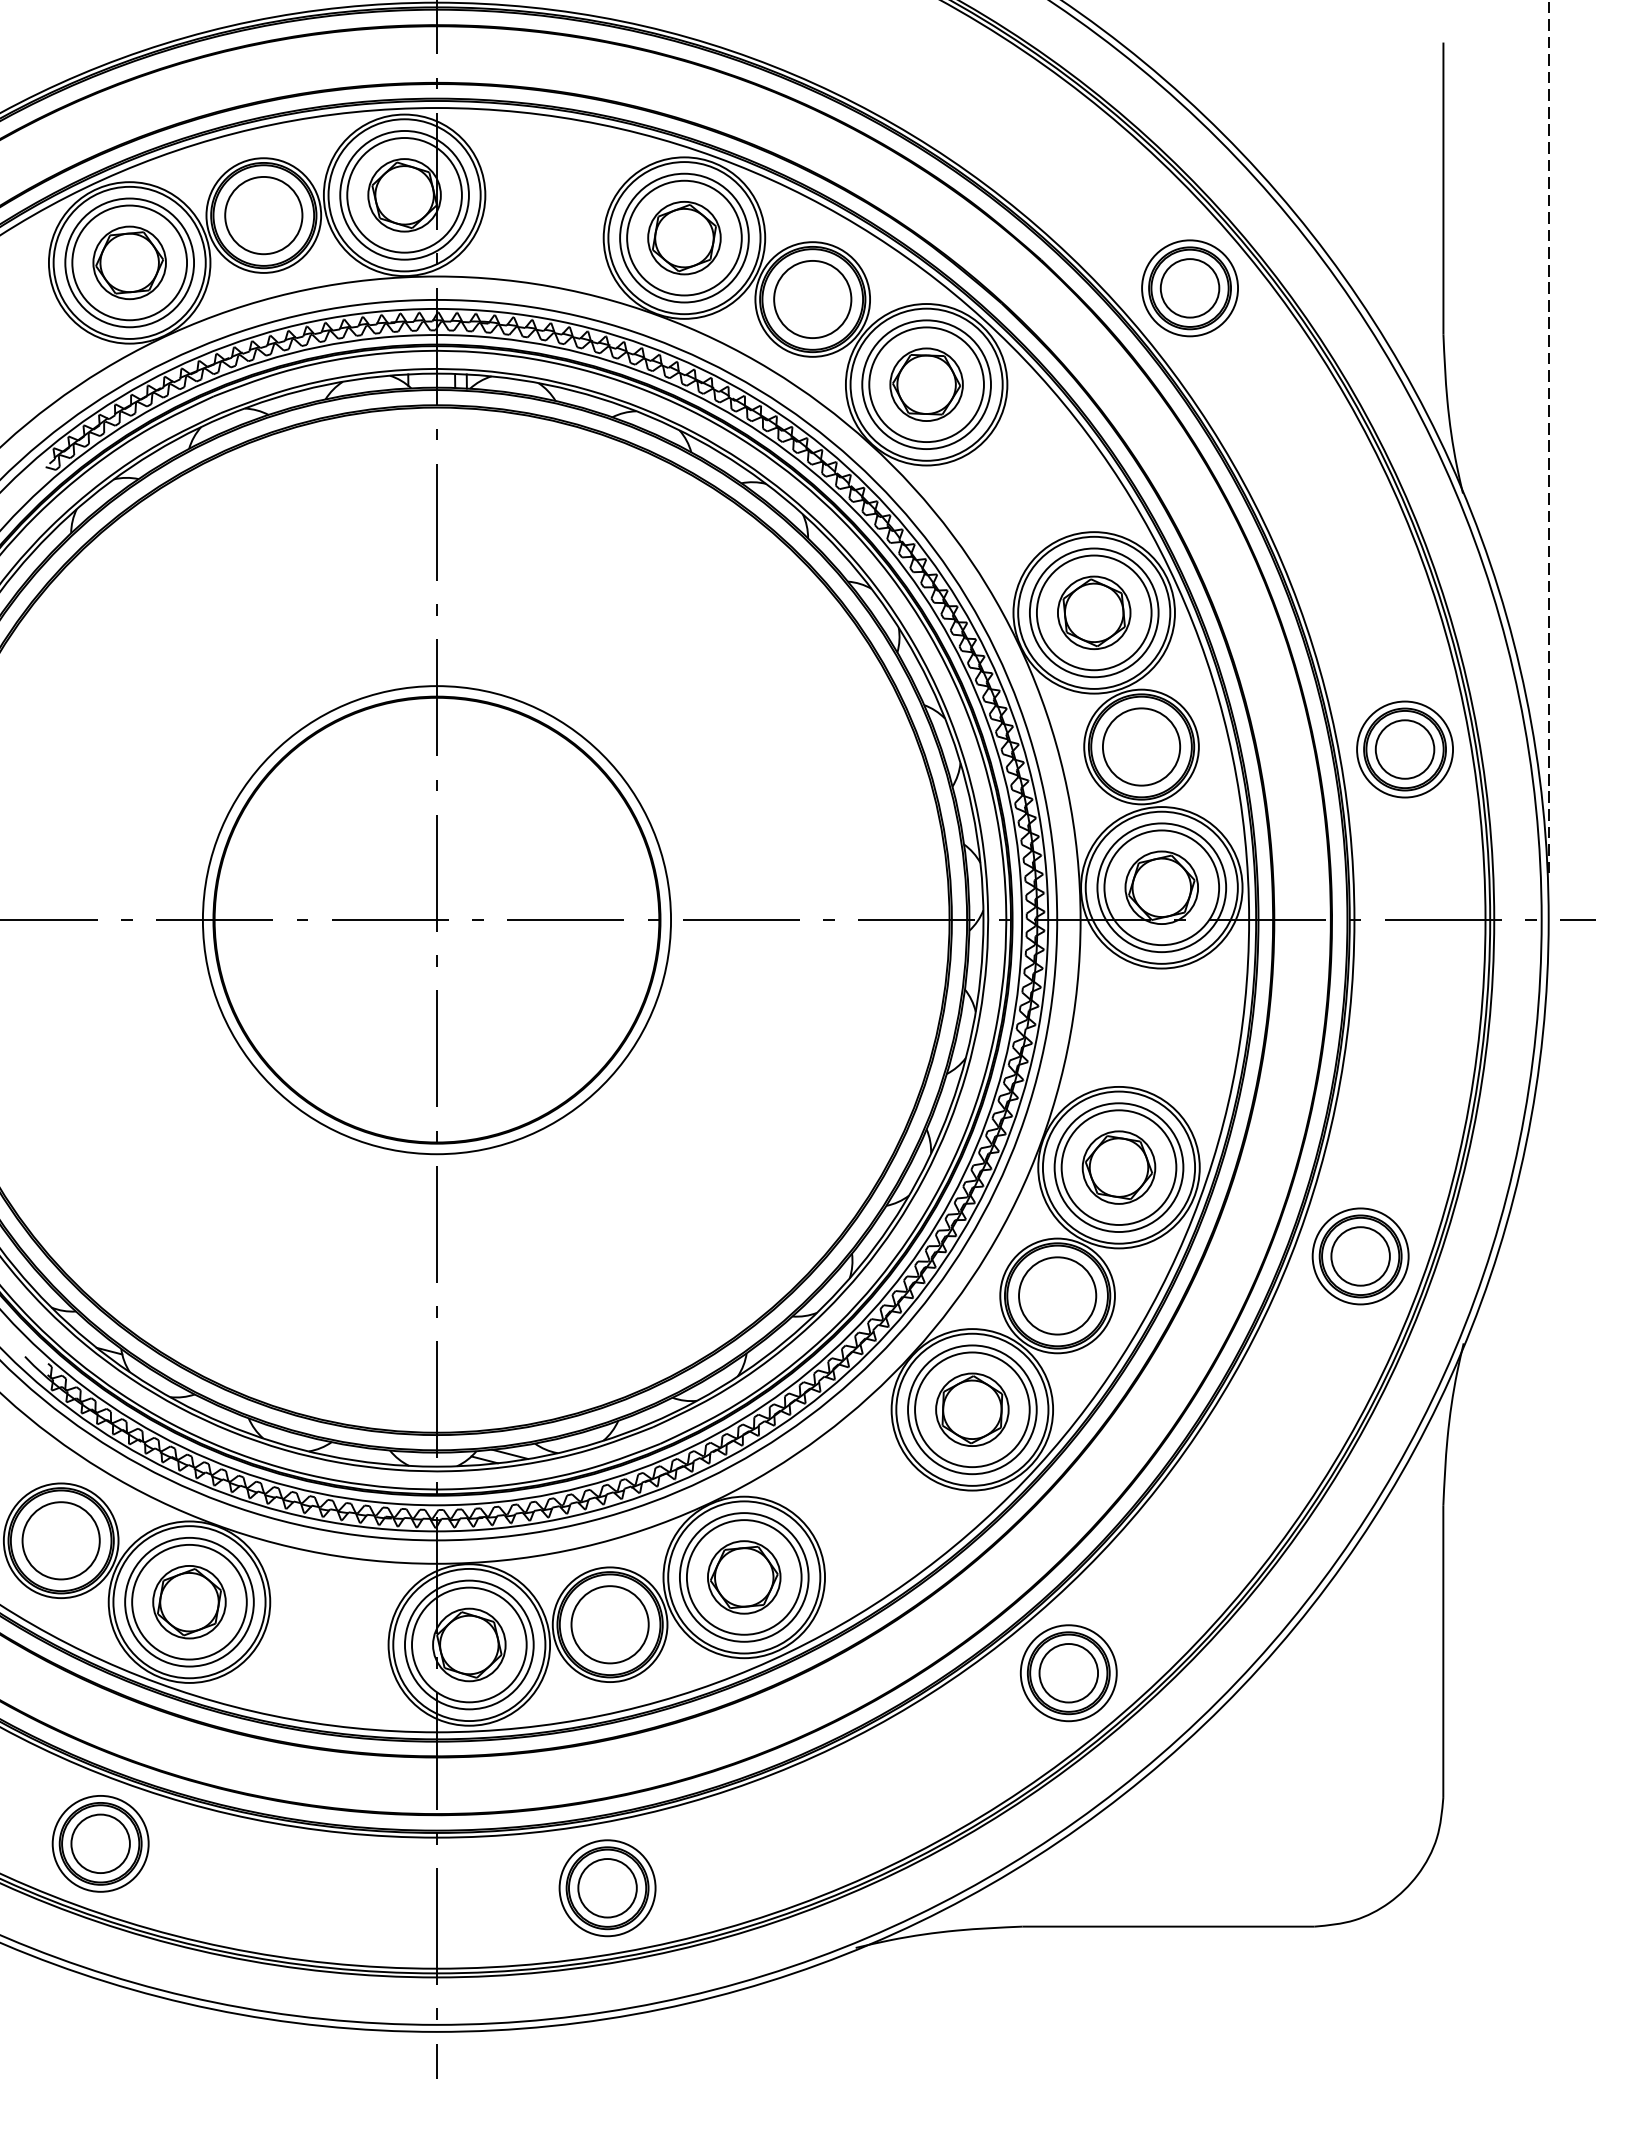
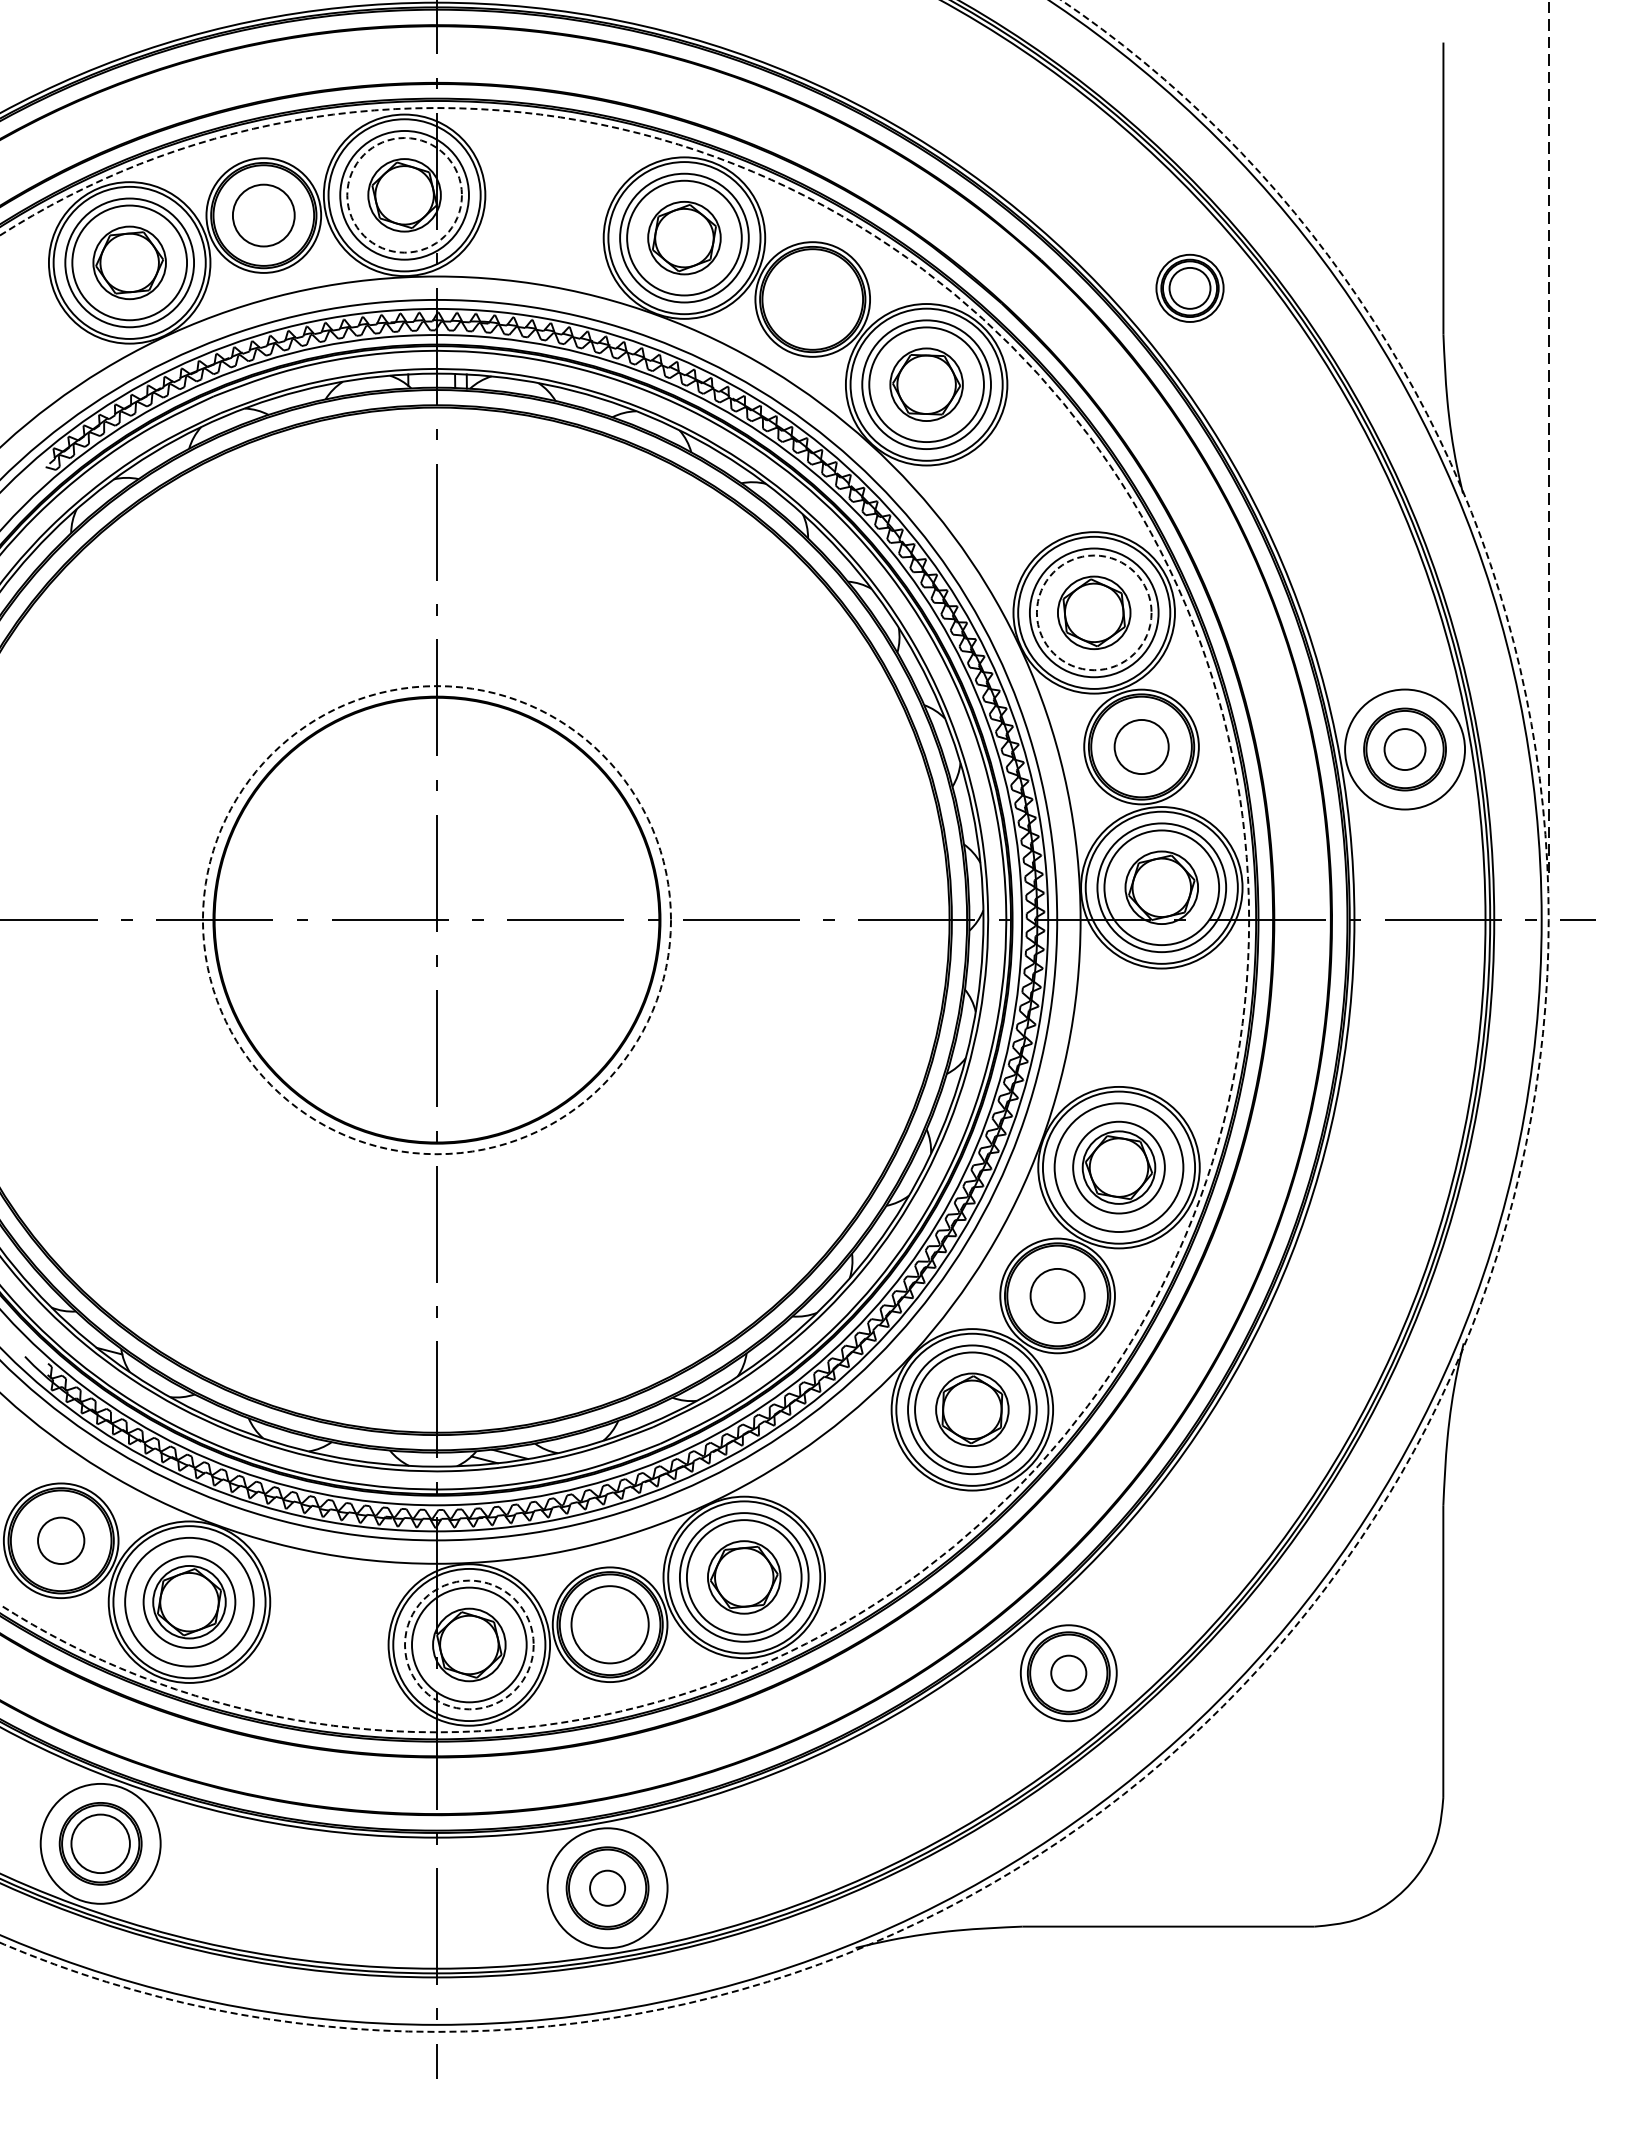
circle at (404, 195): solid -> dashed
circle at (263, 215) diameter: 77 px -> 62 px
part at (1189, 288) size: 98x99 px -> 70x70 px
circle at (812, 299): present -> none
circle at (1093, 612): solid -> dashed
circle at (1141, 746) size: 80x80 px -> 57x56 px
circle at (1404, 749) diameter: 59 px -> 41 px
circle at (1405, 749) diameter: 96 px -> 120 px
circle at (436, 920): solid -> dashed
circle at (624, 920): solid -> dashed
circle at (774, 1015): solid -> dashed
circle at (1118, 1167) diameter: 115 px -> 92 px
part at (1360, 1256): present -> none
circle at (1057, 1295) diameter: 77 px -> 54 px
circle at (60, 1540) diameter: 77 px -> 46 px
circle at (189, 1601) diameter: 115 px -> 92 px
circle at (468, 1644): solid -> dashed
circle at (1068, 1672) diameter: 59 px -> 35 px
circle at (100, 1843) diameter: 96 px -> 120 px
circle at (607, 1888) diameter: 59 px -> 35 px
circle at (607, 1888) diameter: 96 px -> 120 px
